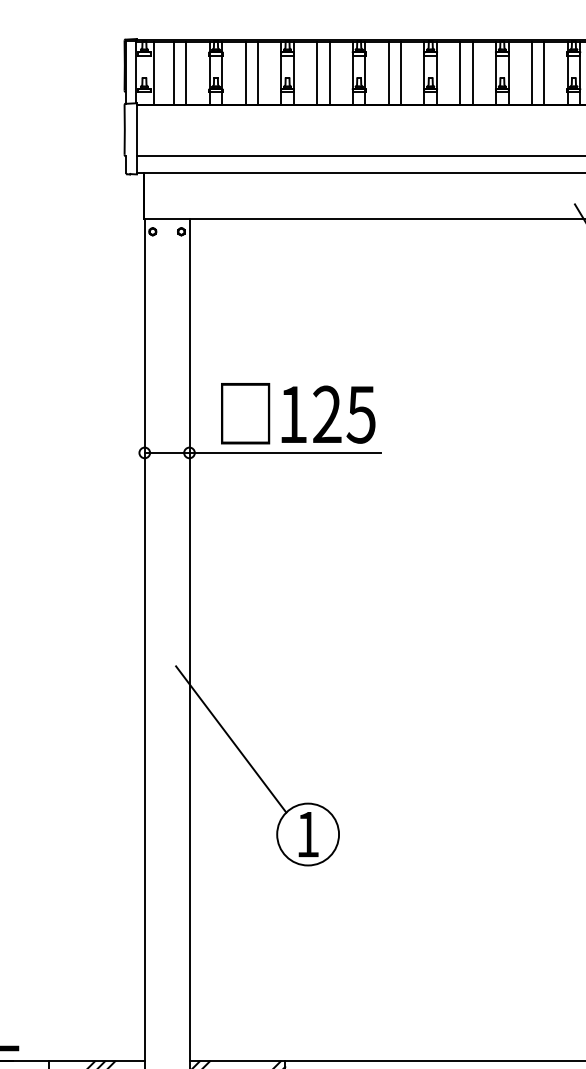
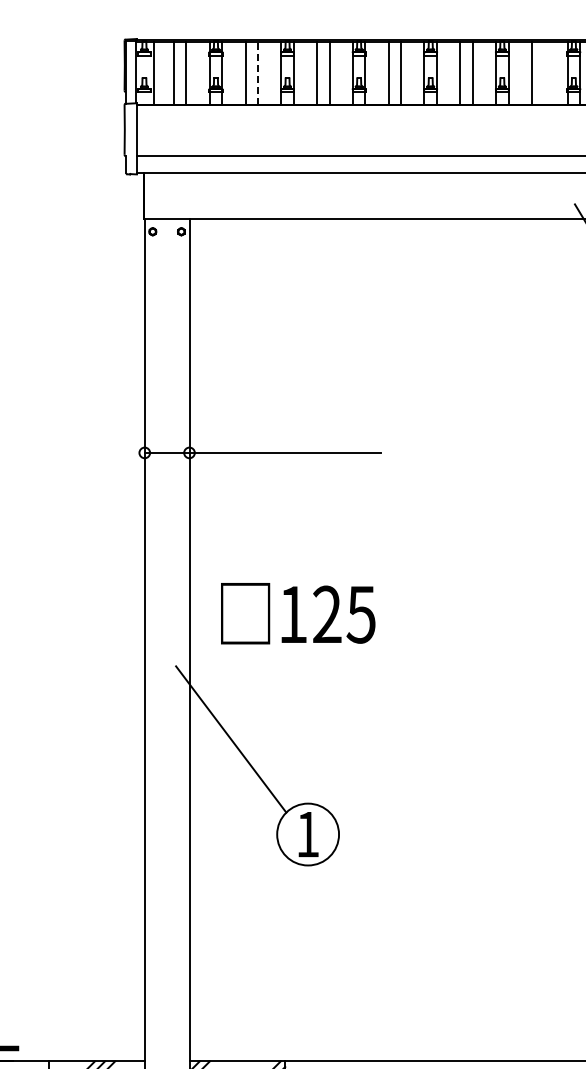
line at (258, 72): solid -> dashed
line at (544, 72): present -> none
text at (298, 413) position: (298, 413) -> (298, 613)
